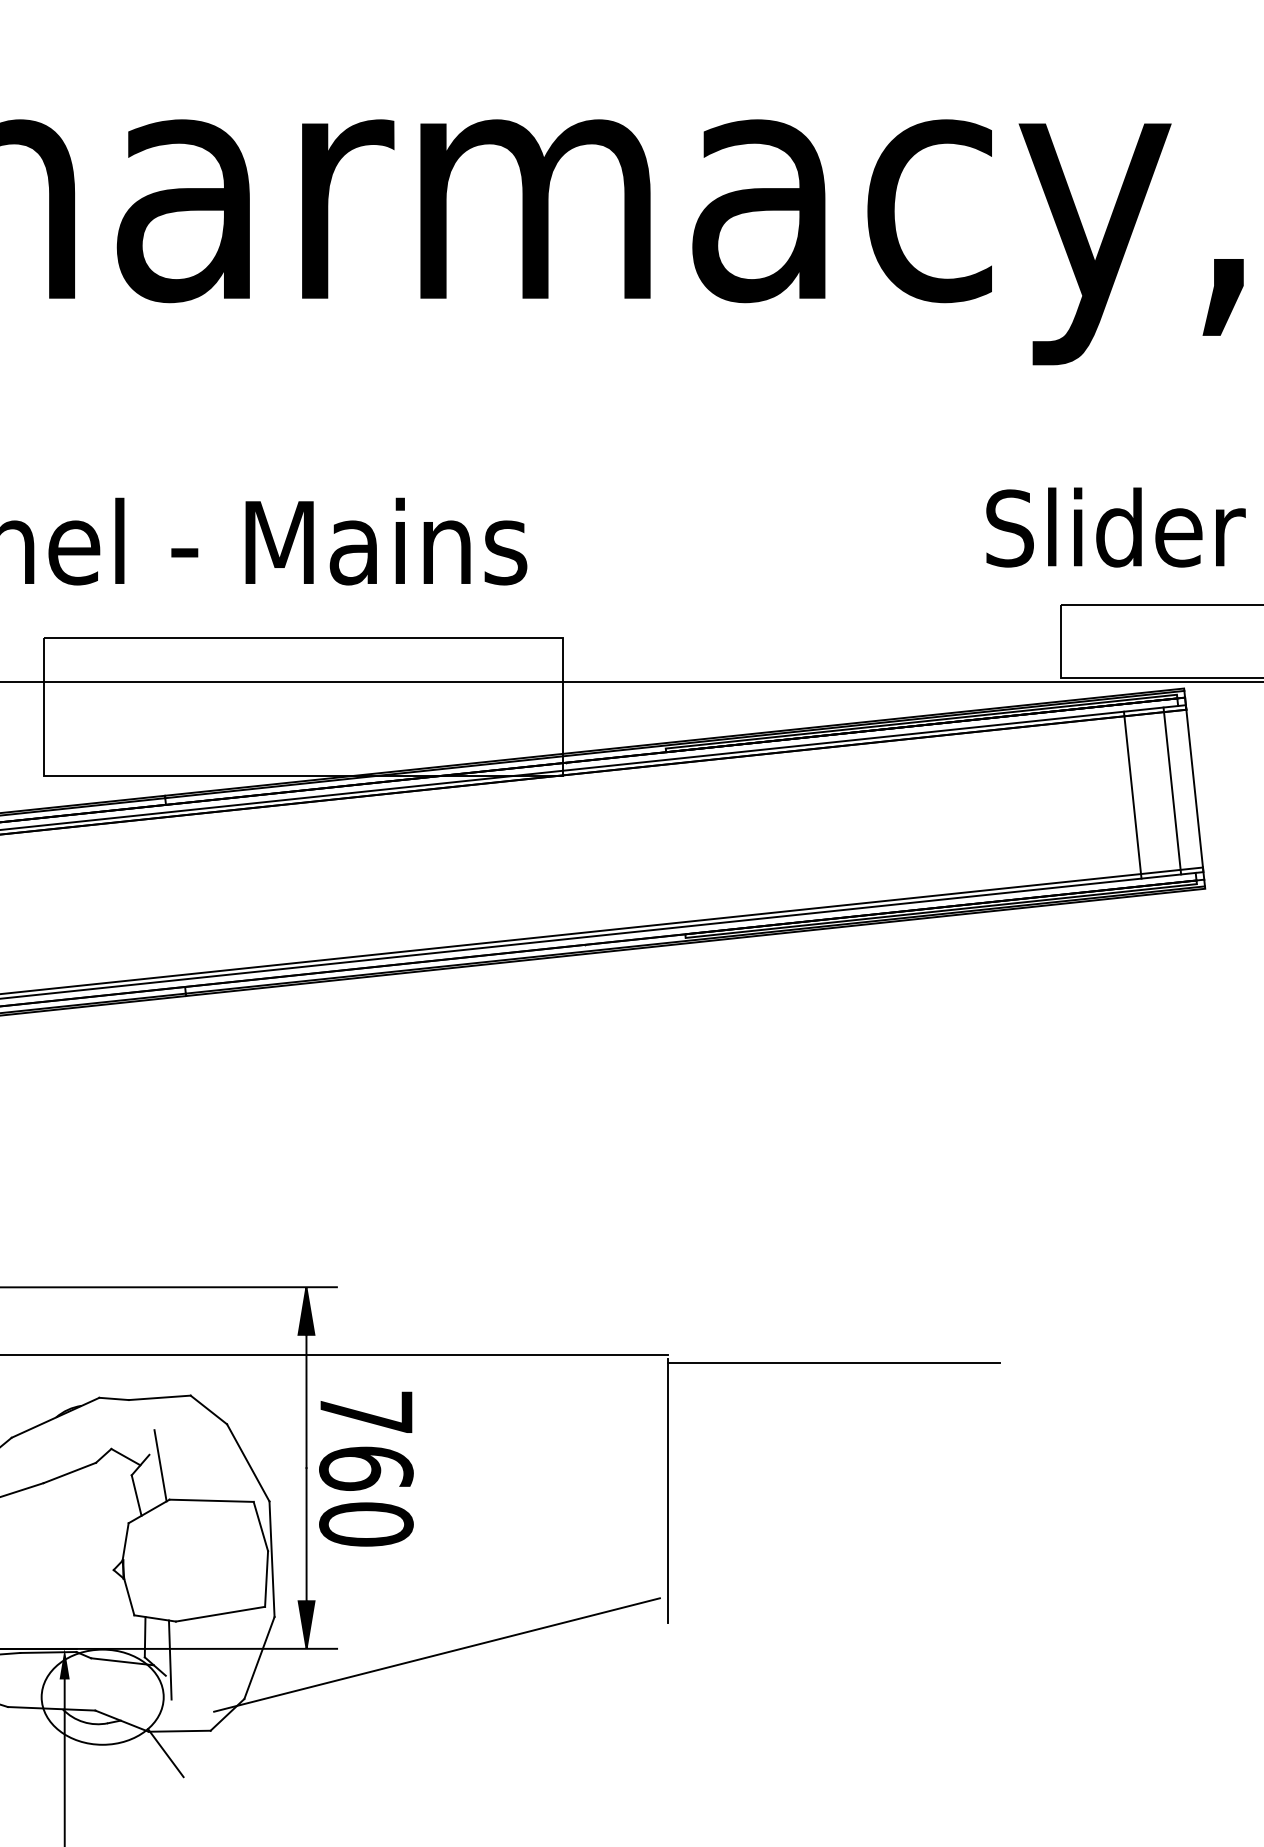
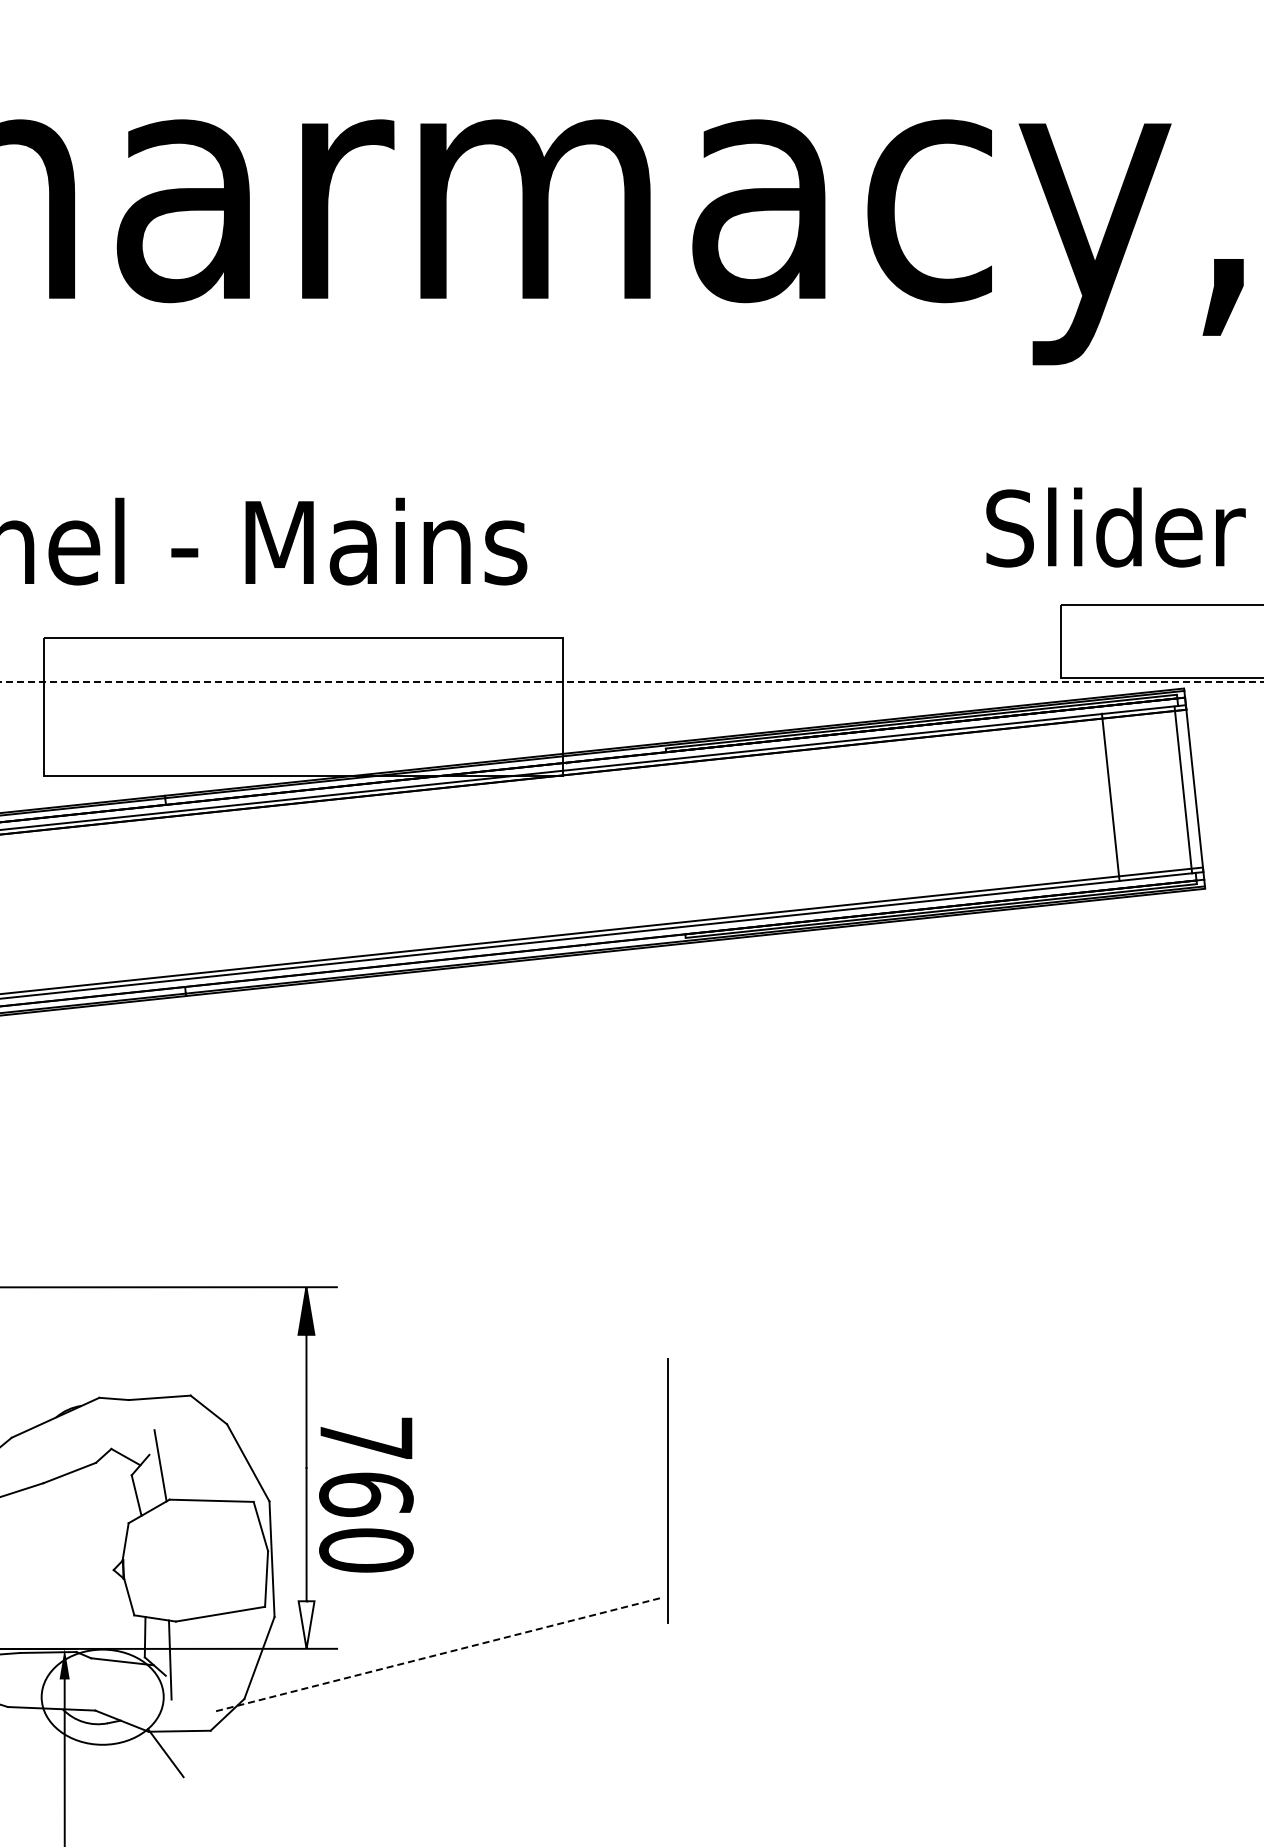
line at (632, 682): solid -> dashed
line at (1172, 790) position: (1172, 790) -> (1183, 789)
line at (1132, 794) position: (1132, 794) -> (1110, 796)
line at (335, 1355): present -> none
line at (834, 1363): present -> none
text at (366, 1468) position: (366, 1468) -> (366, 1494)
fill at (306, 1624): present -> none
line at (436, 1655): solid -> dashed
